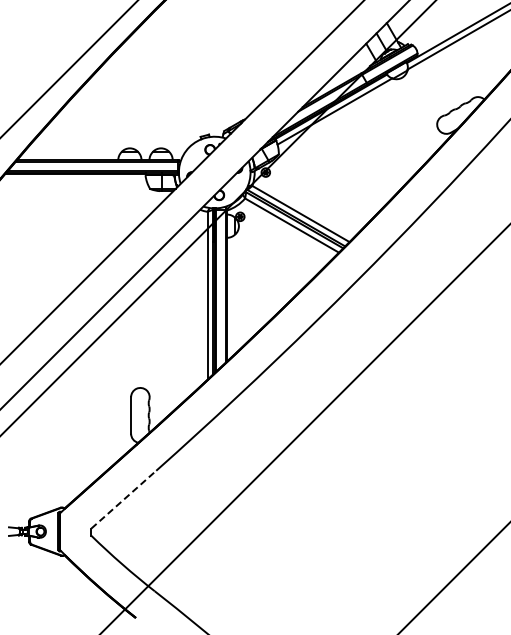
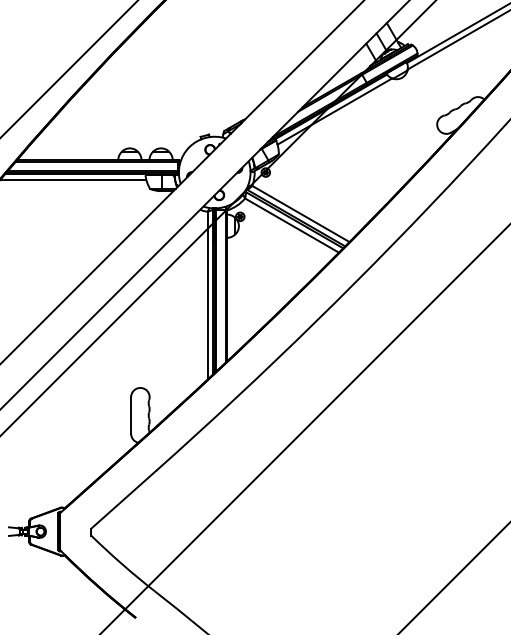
line at (74, 179): none -> present
line at (124, 499): dashed -> solid
